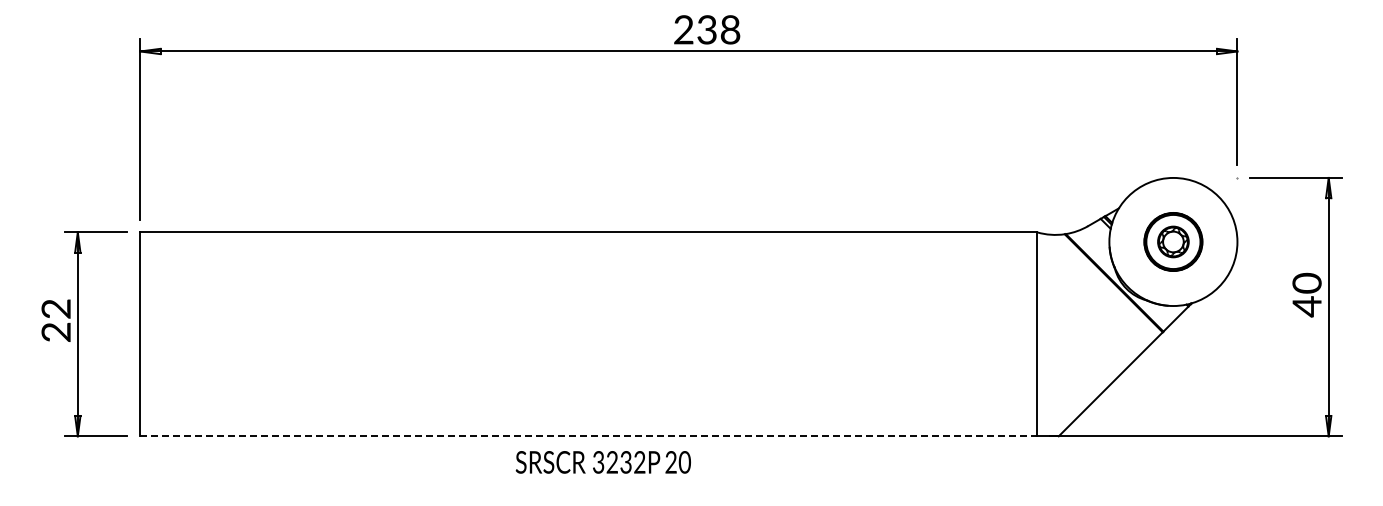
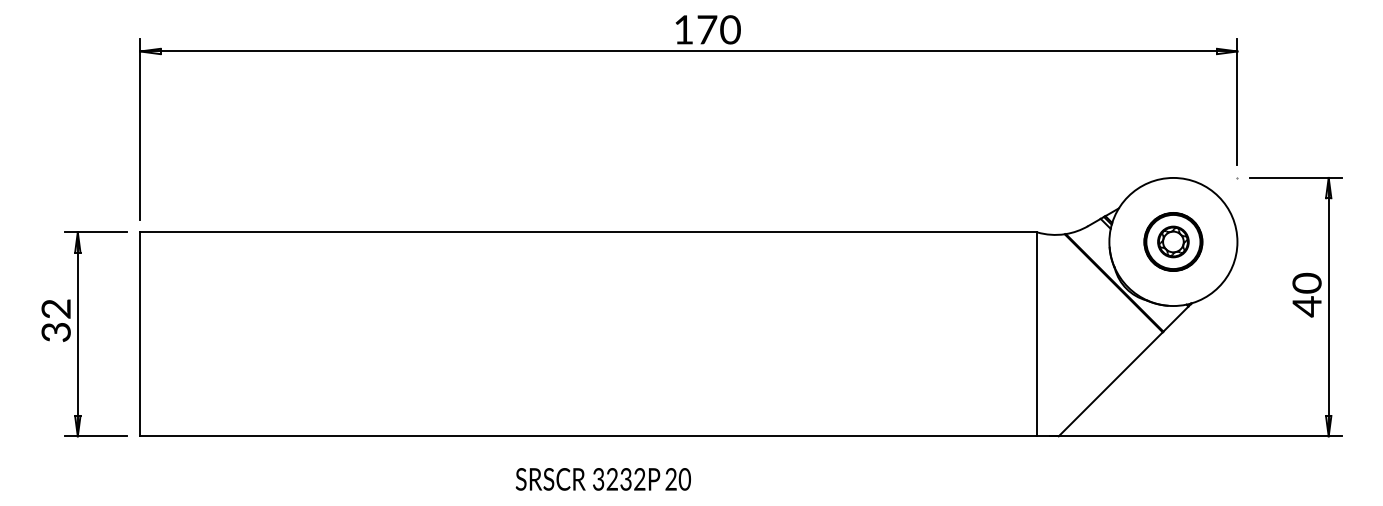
text at (707, 29): 238 -> 170
text at (58, 332): 22 -> 32
line at (588, 436): dashed -> solid
text at (602, 462) position: (602, 462) -> (602, 479)
